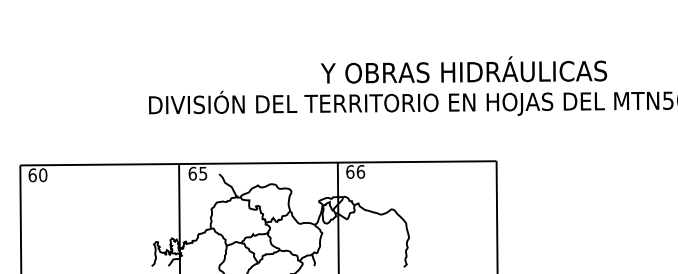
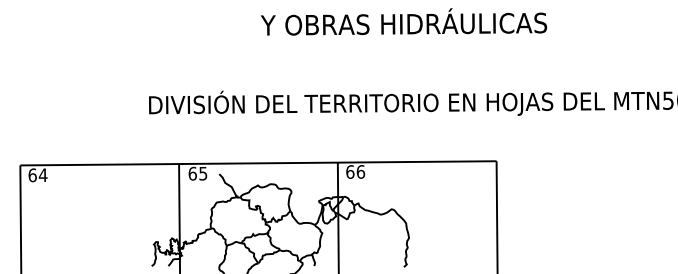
text at (463, 69) position: (463, 69) -> (403, 21)
text at (42, 175): 60 -> 64
